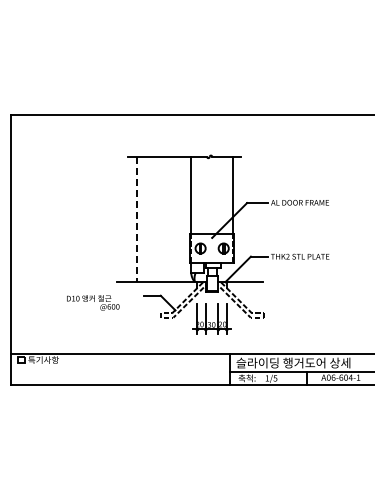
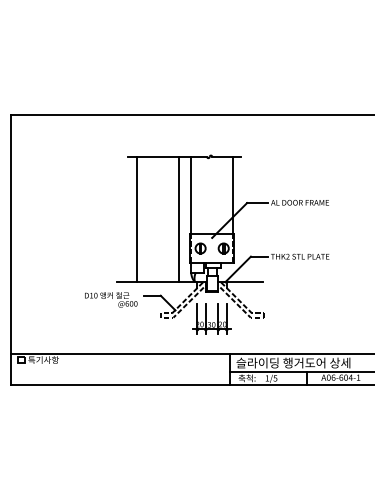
line at (136, 219): dashed -> solid
line at (178, 219): none -> present
text at (93, 302) position: (93, 302) -> (111, 299)
